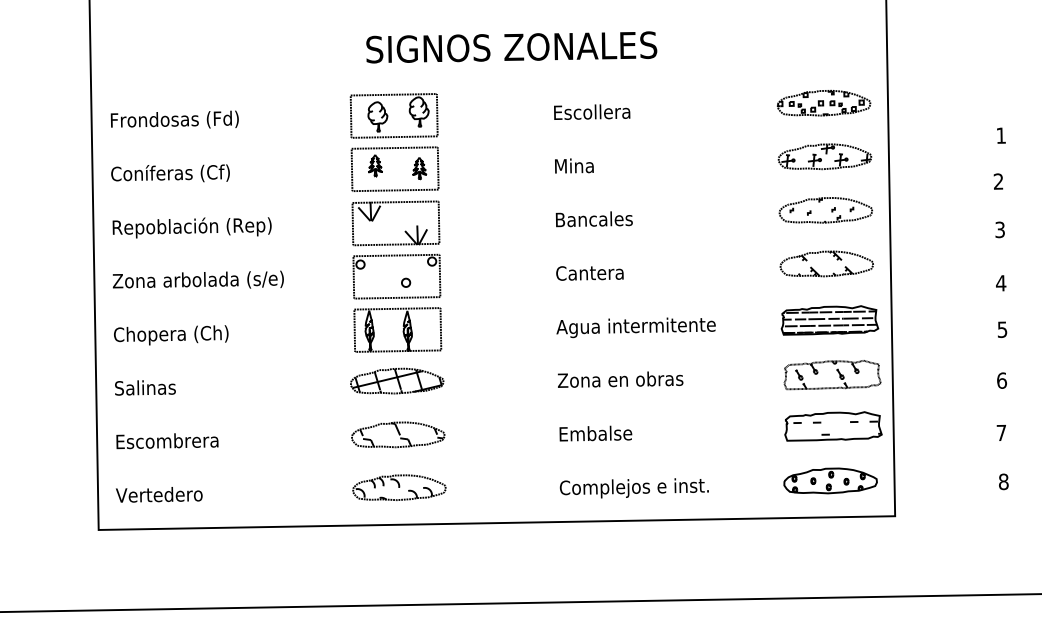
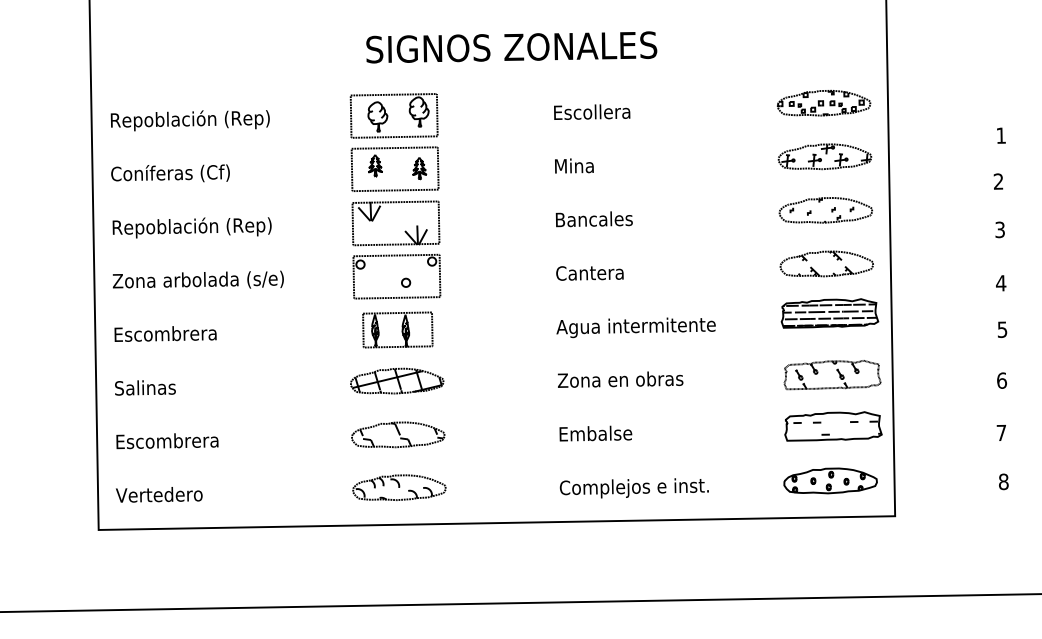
text at (190, 120): Frondosas (Fd) -> Repoblación (Rep)
part at (829, 320) position: (829, 320) -> (829, 313)
part at (397, 329) size: 90x46 px -> 72x38 px
text at (171, 335): Chopera (Ch) -> Escombrera
